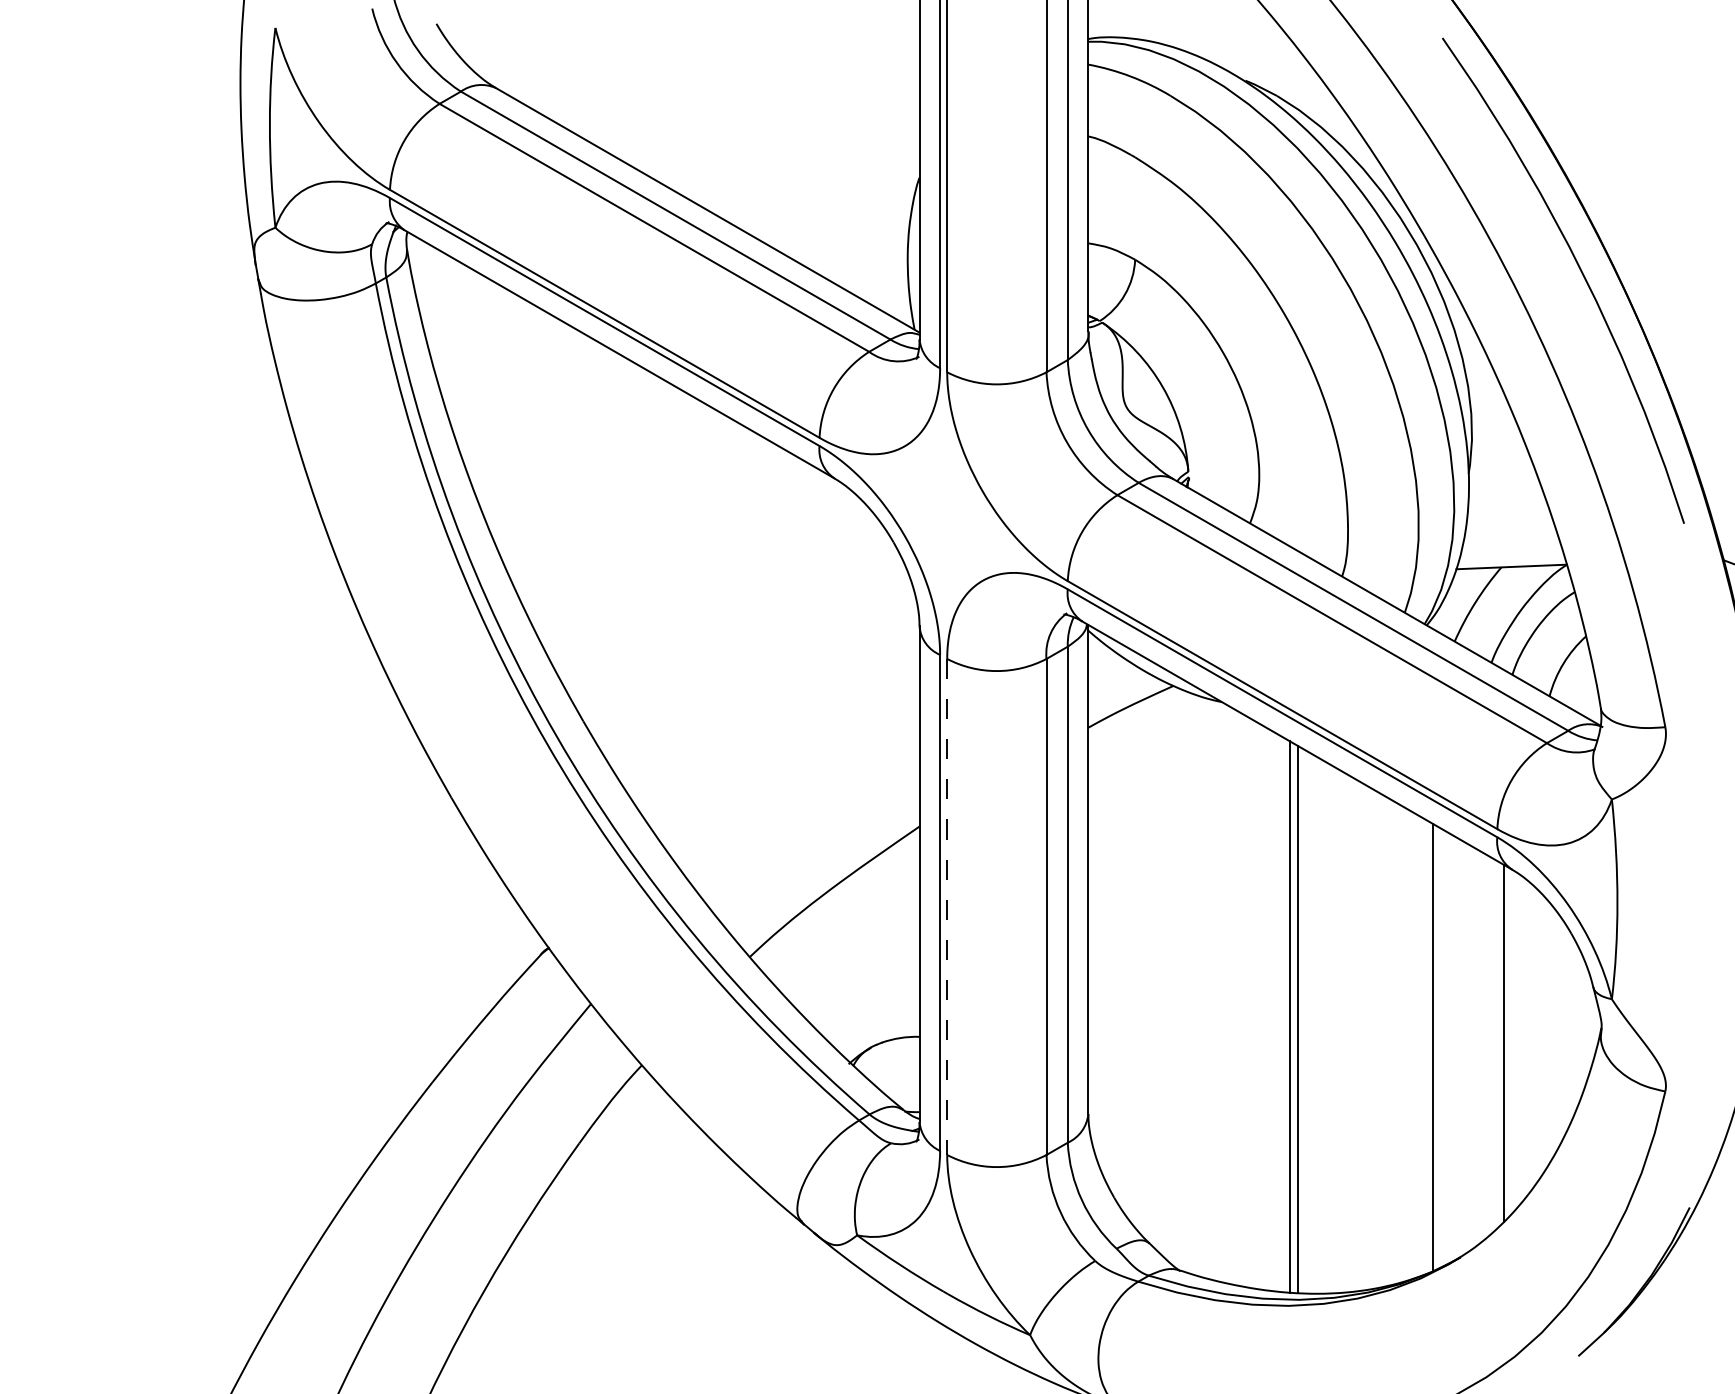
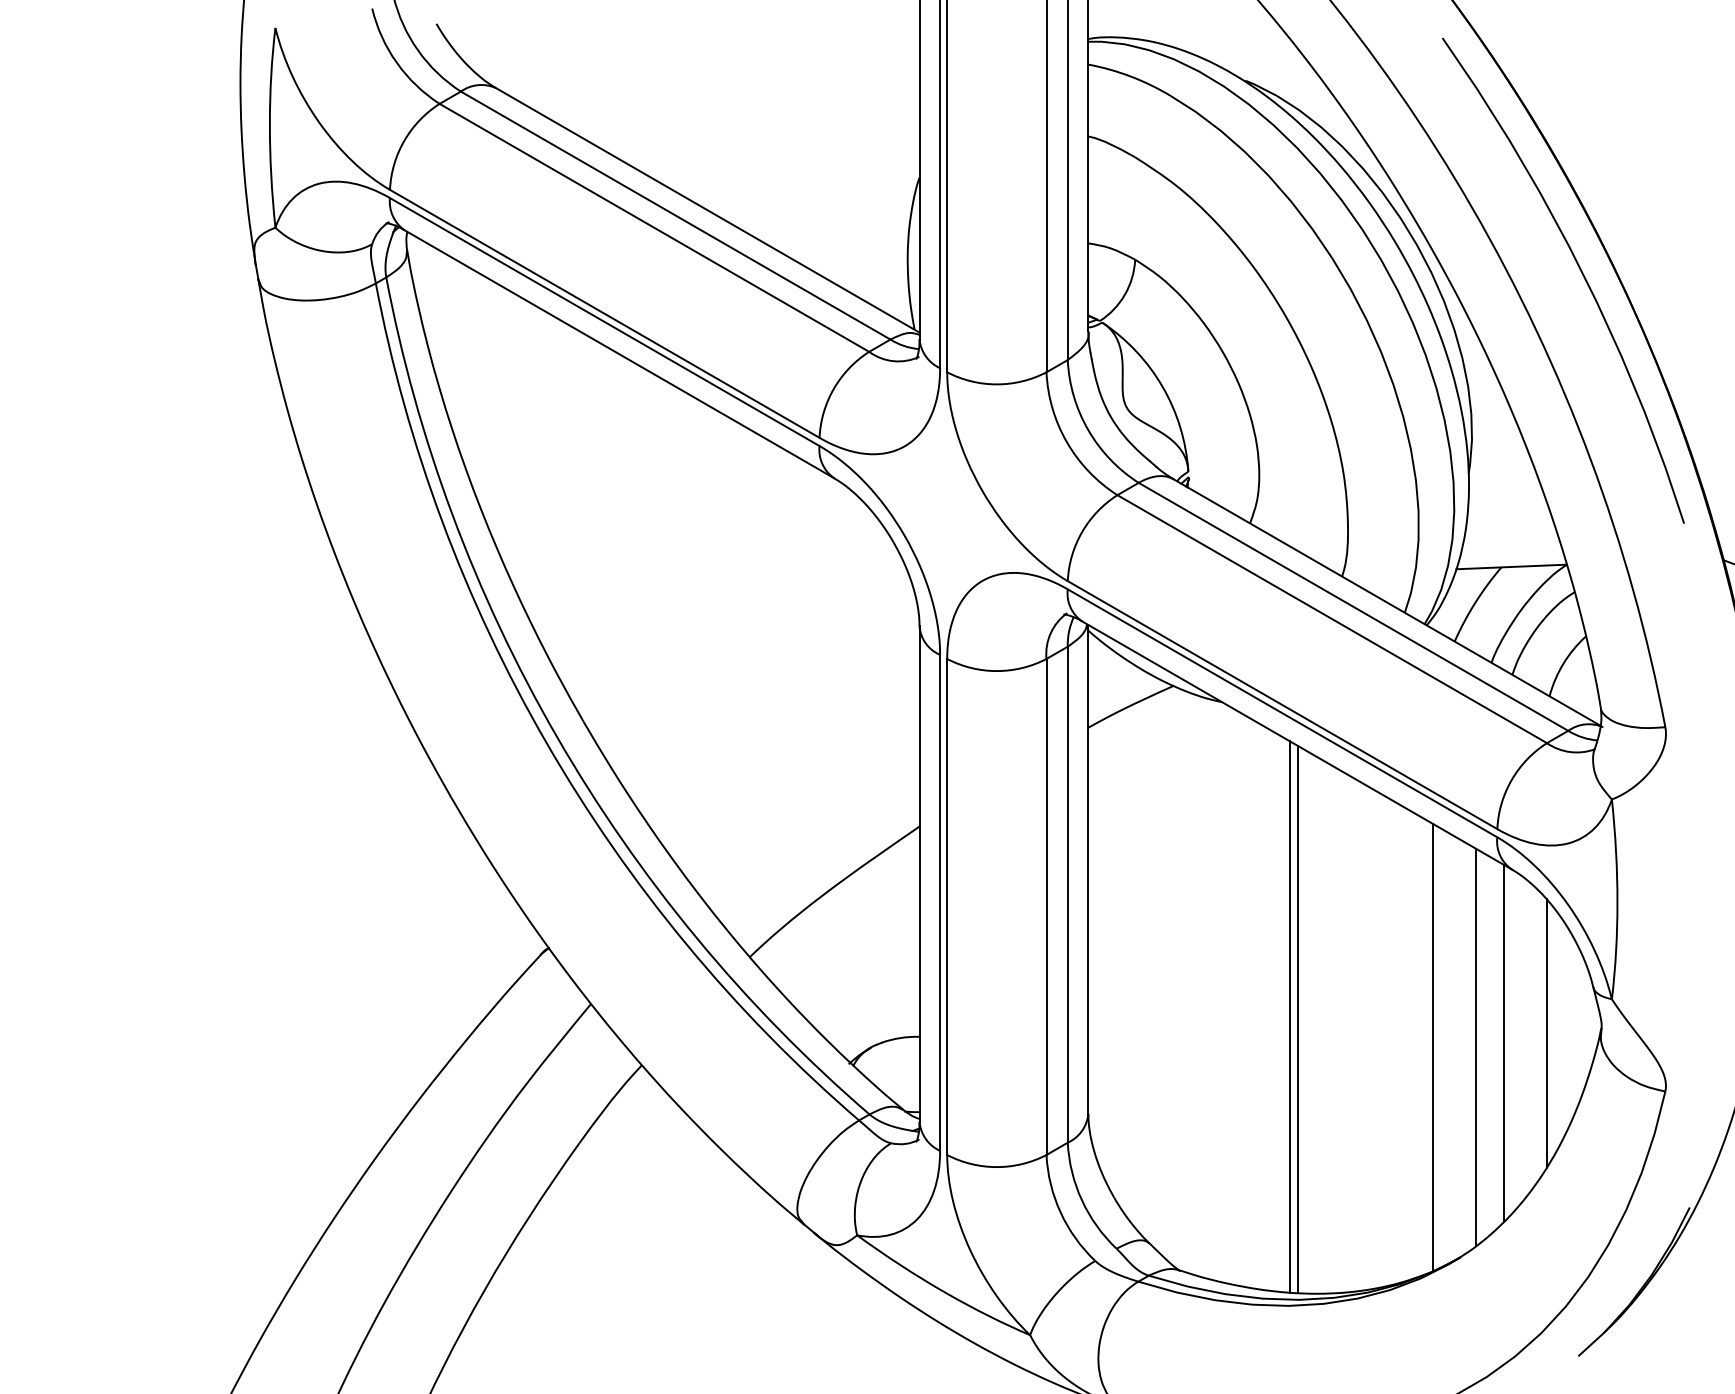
line at (947, 907): dashed -> solid
line at (1546, 1033): none -> present
line at (1475, 1047): none -> present
